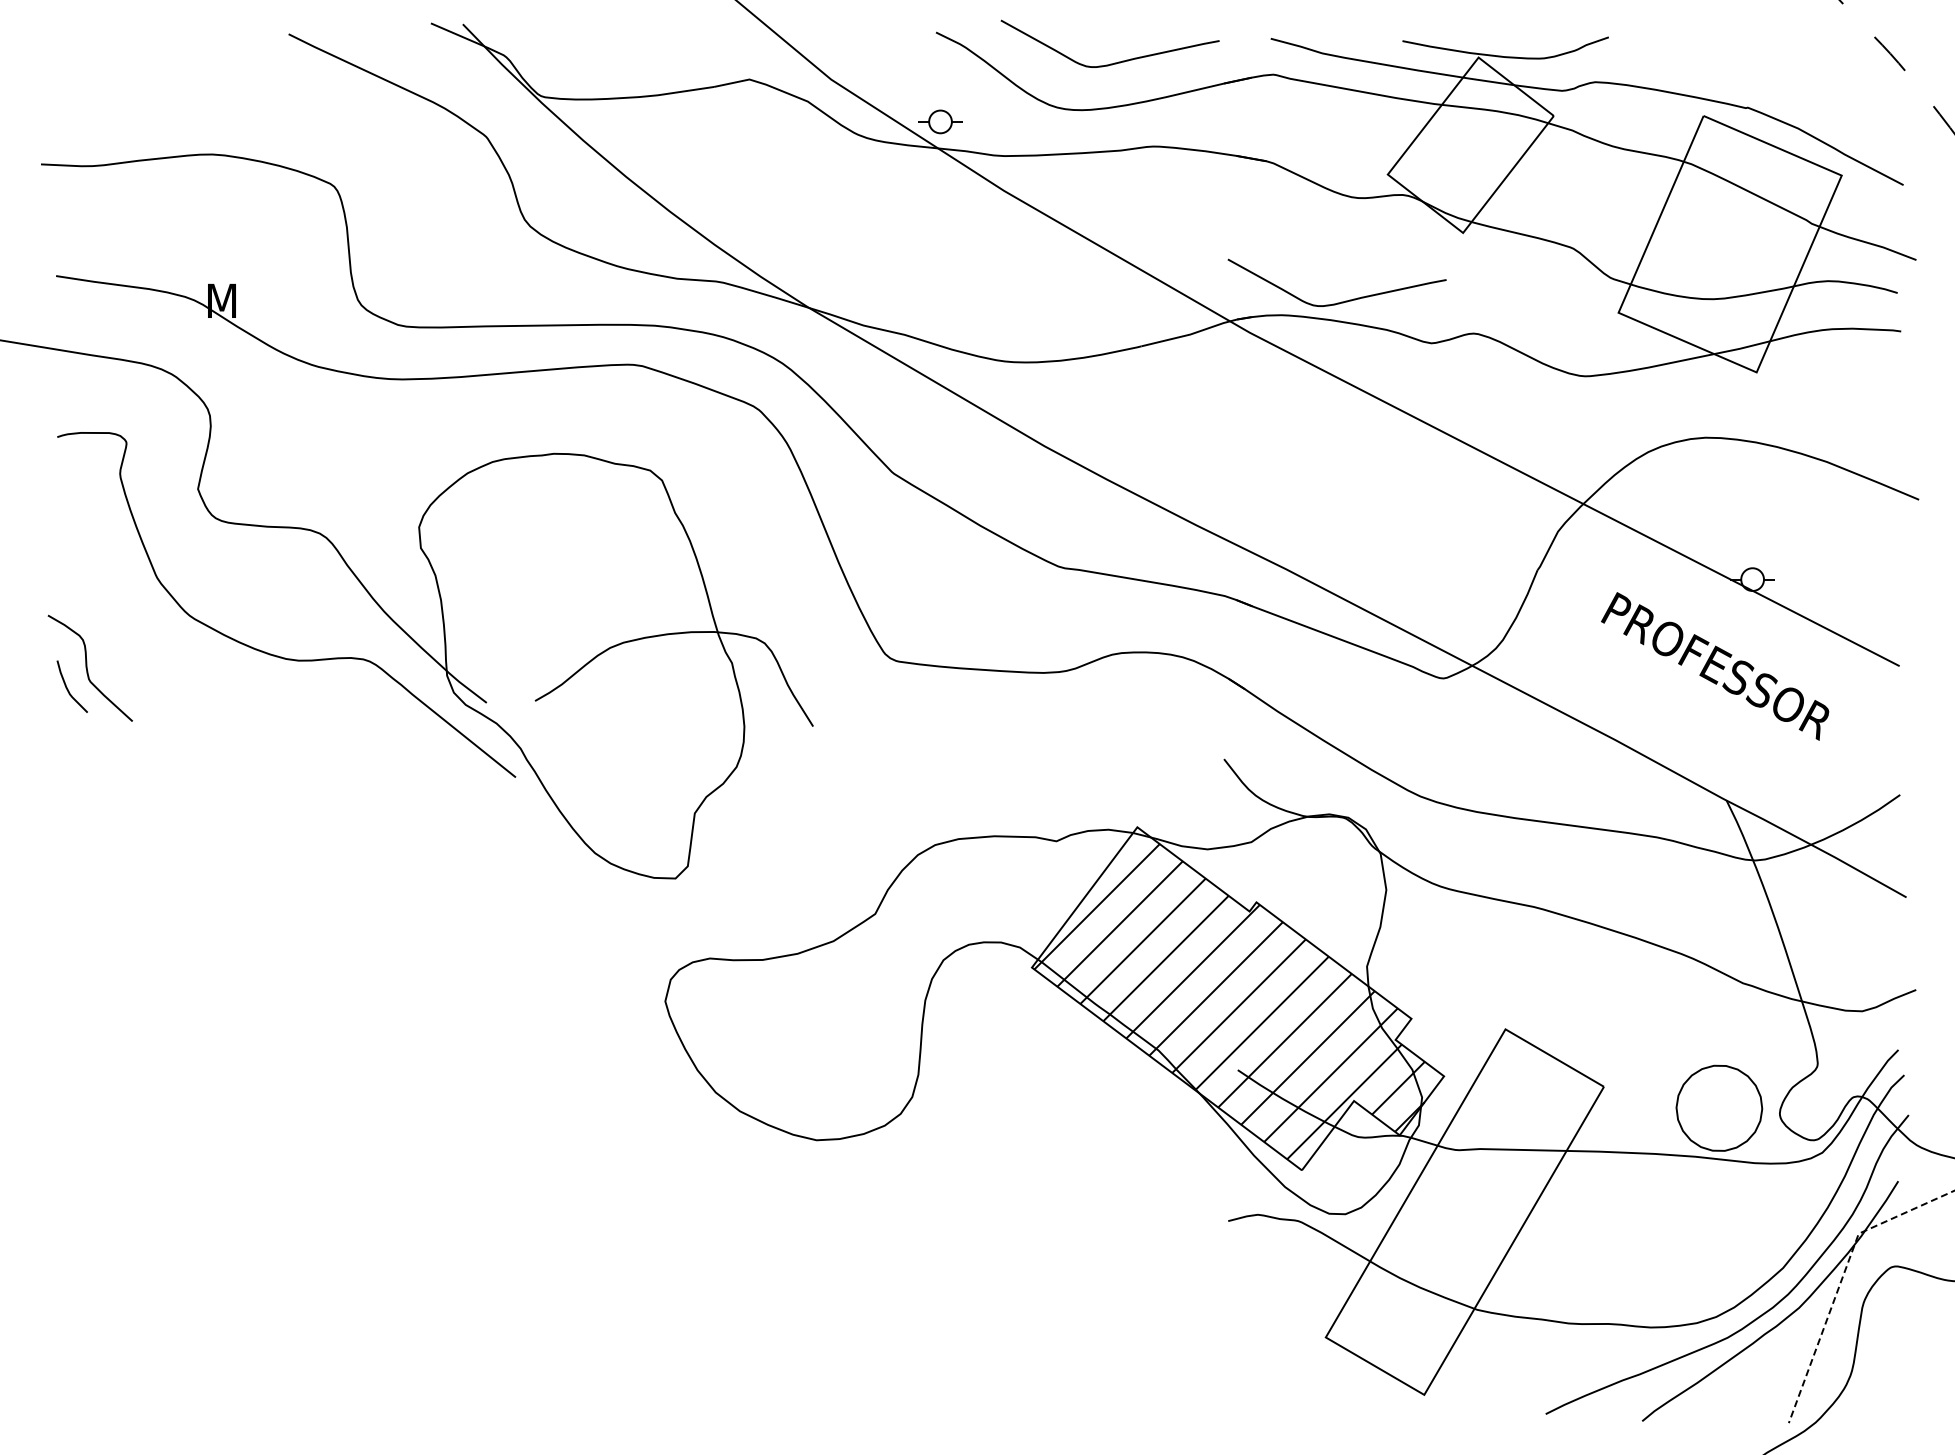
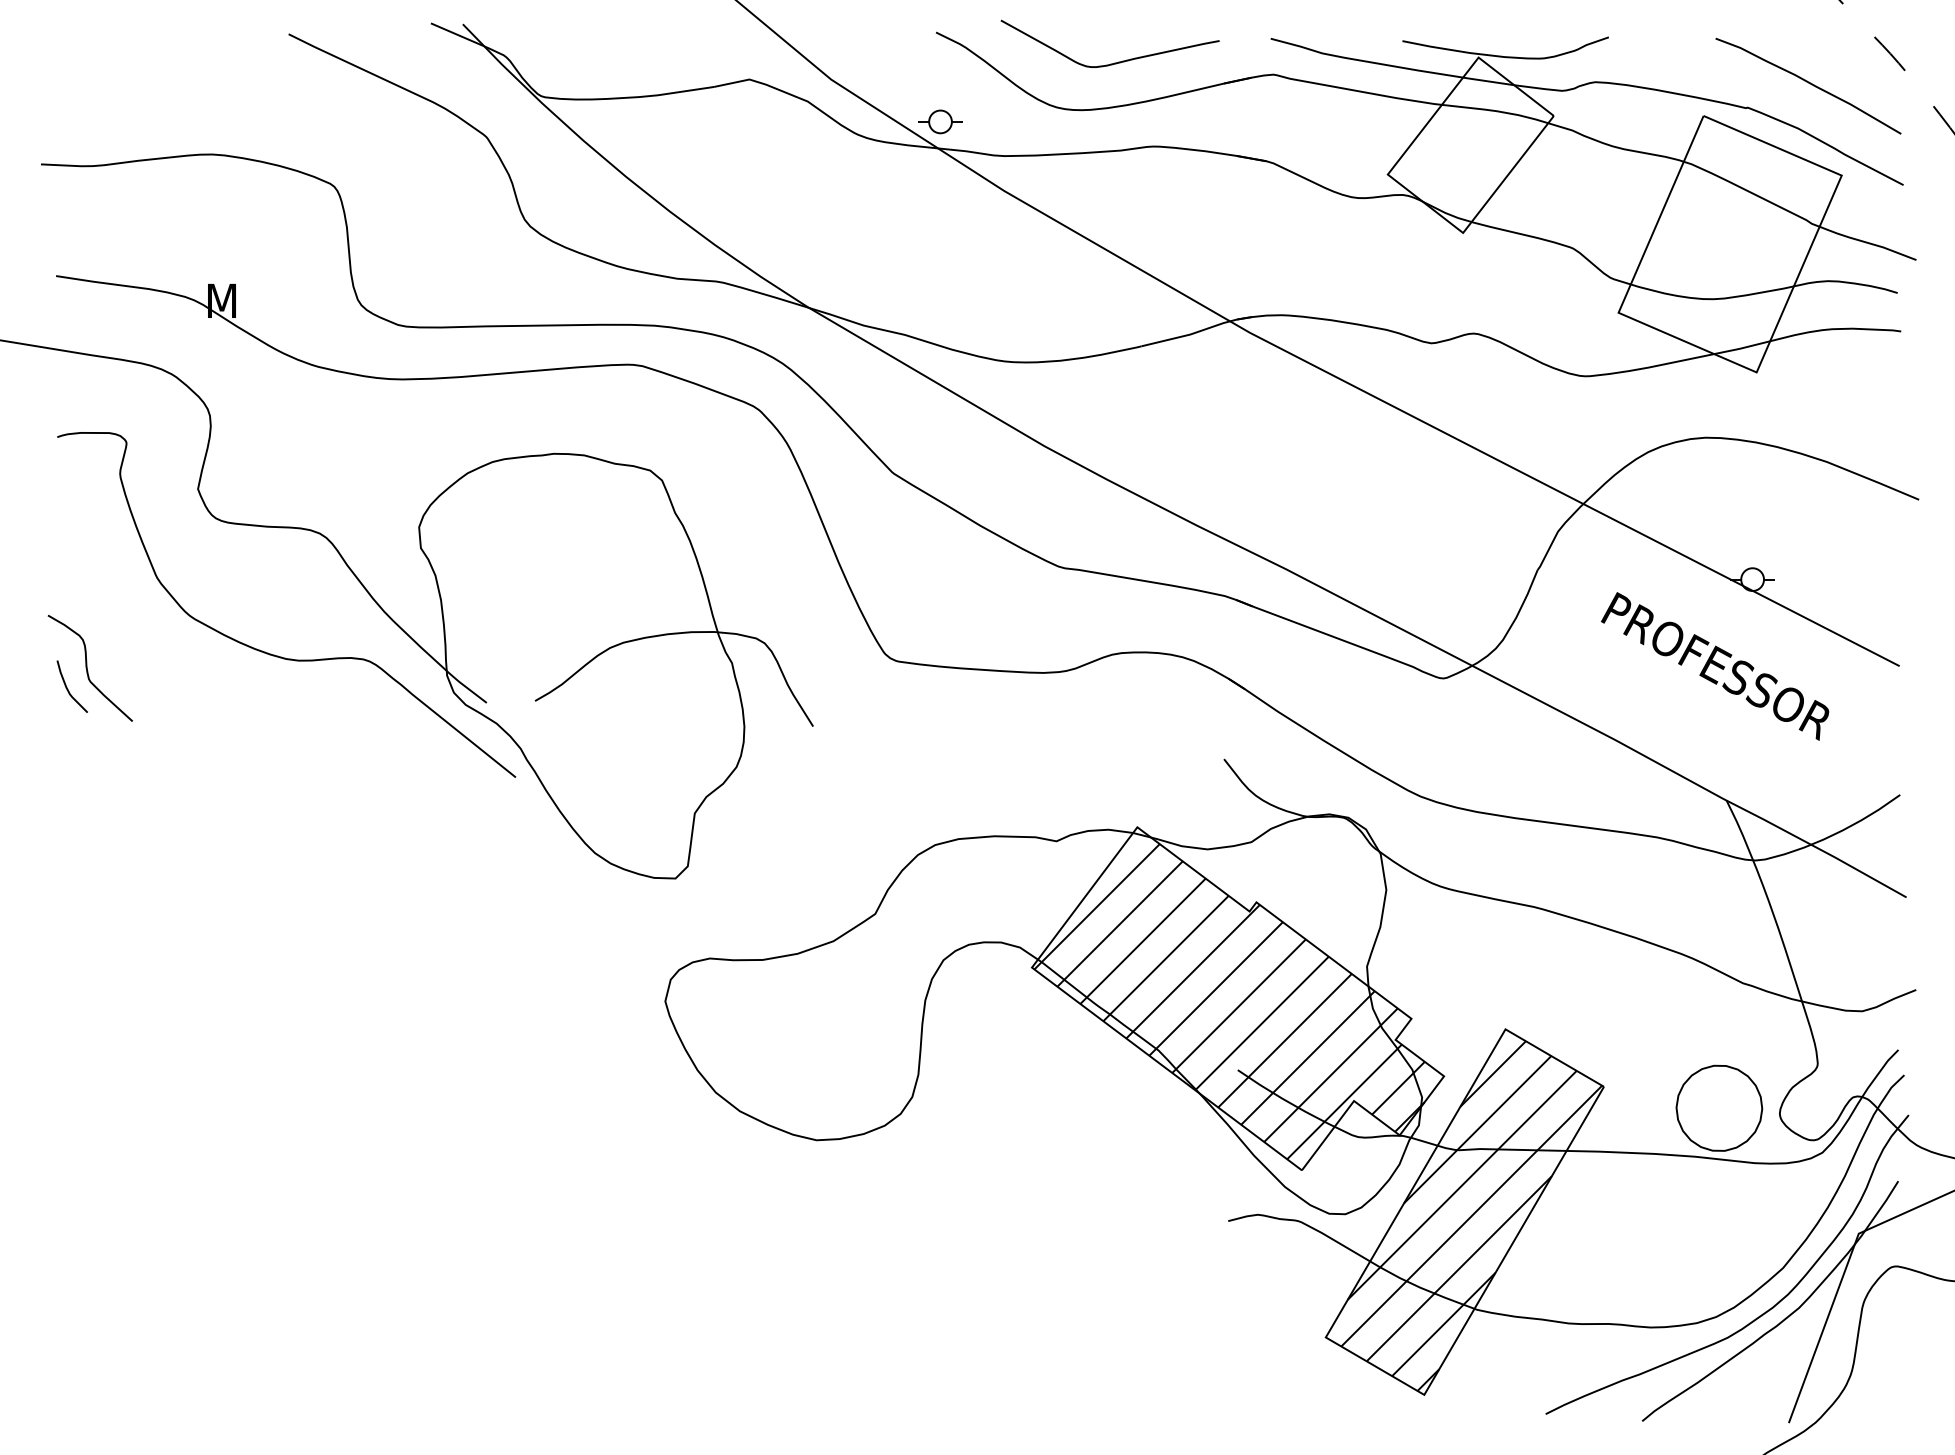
curve at (1808, 83): none -> present
curve at (1341, 301): present -> none
hatch at (1471, 1215): none -> present
line at (1842, 1278): dashed -> solid
